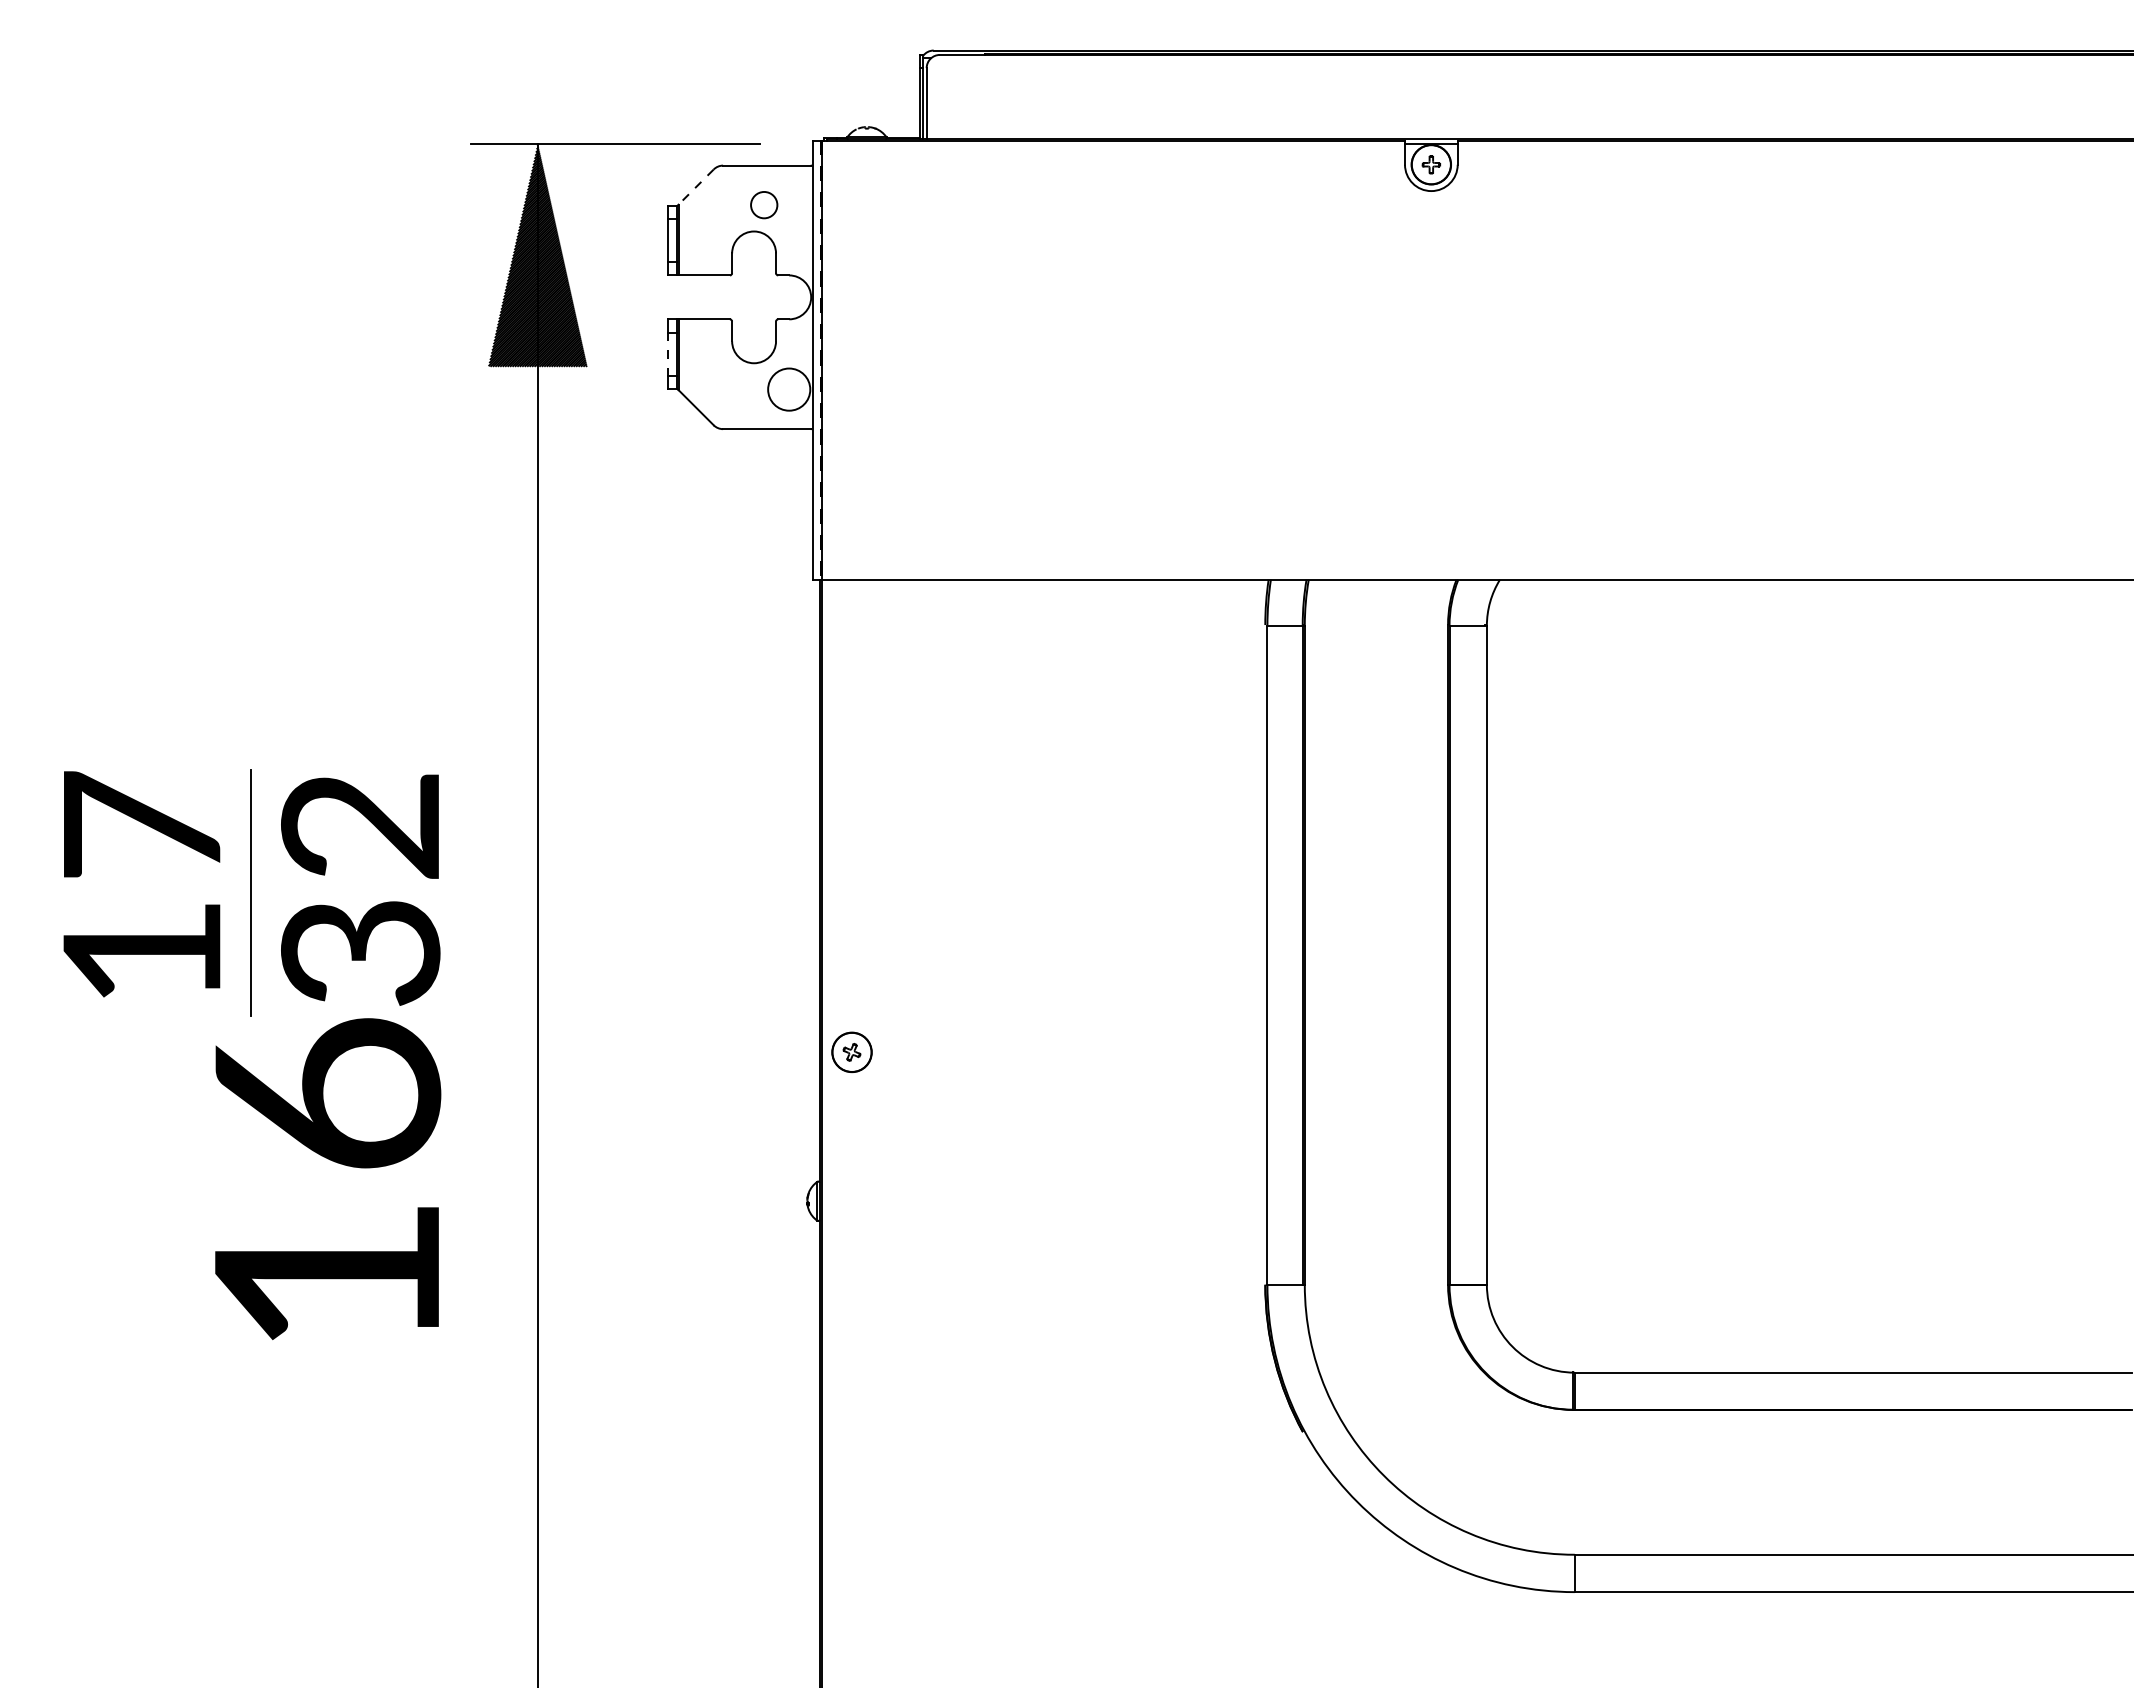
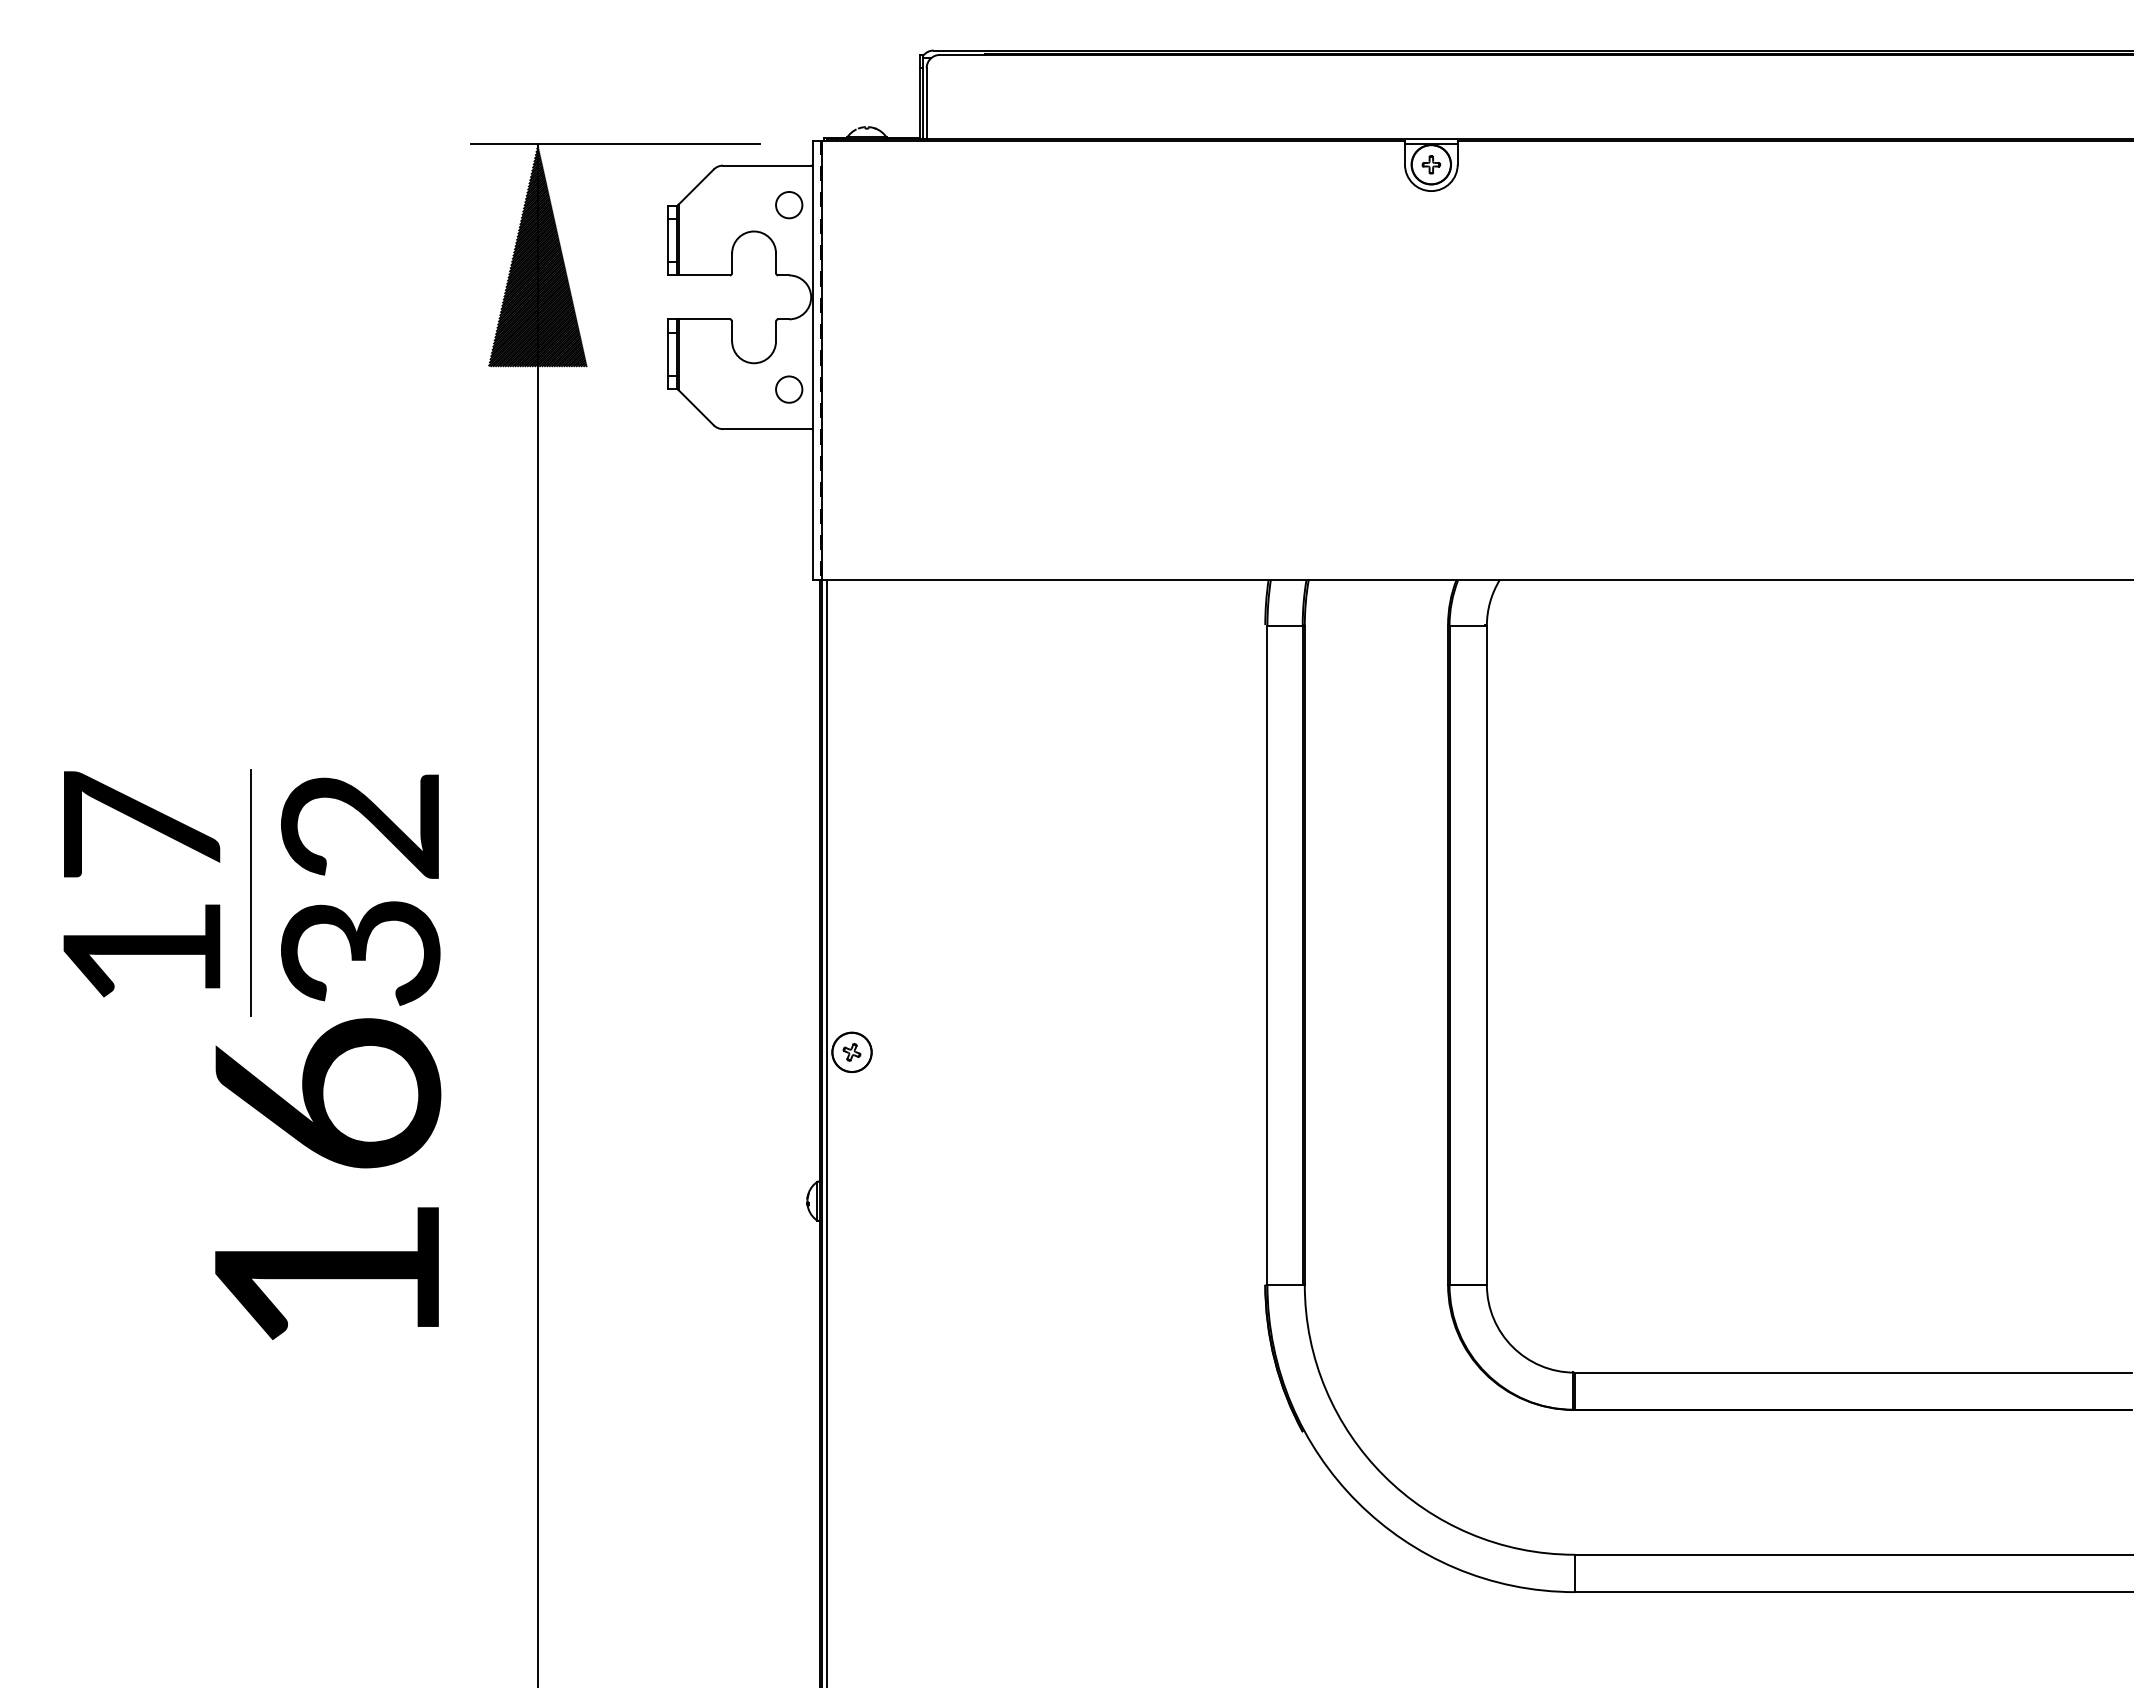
line at (696, 187): dashed -> solid
circle at (764, 205) position: (764, 205) -> (789, 205)
line at (668, 354): dashed -> solid
circle at (789, 389) diameter: 42 px -> 26 px
line at (826, 1131): none -> present
